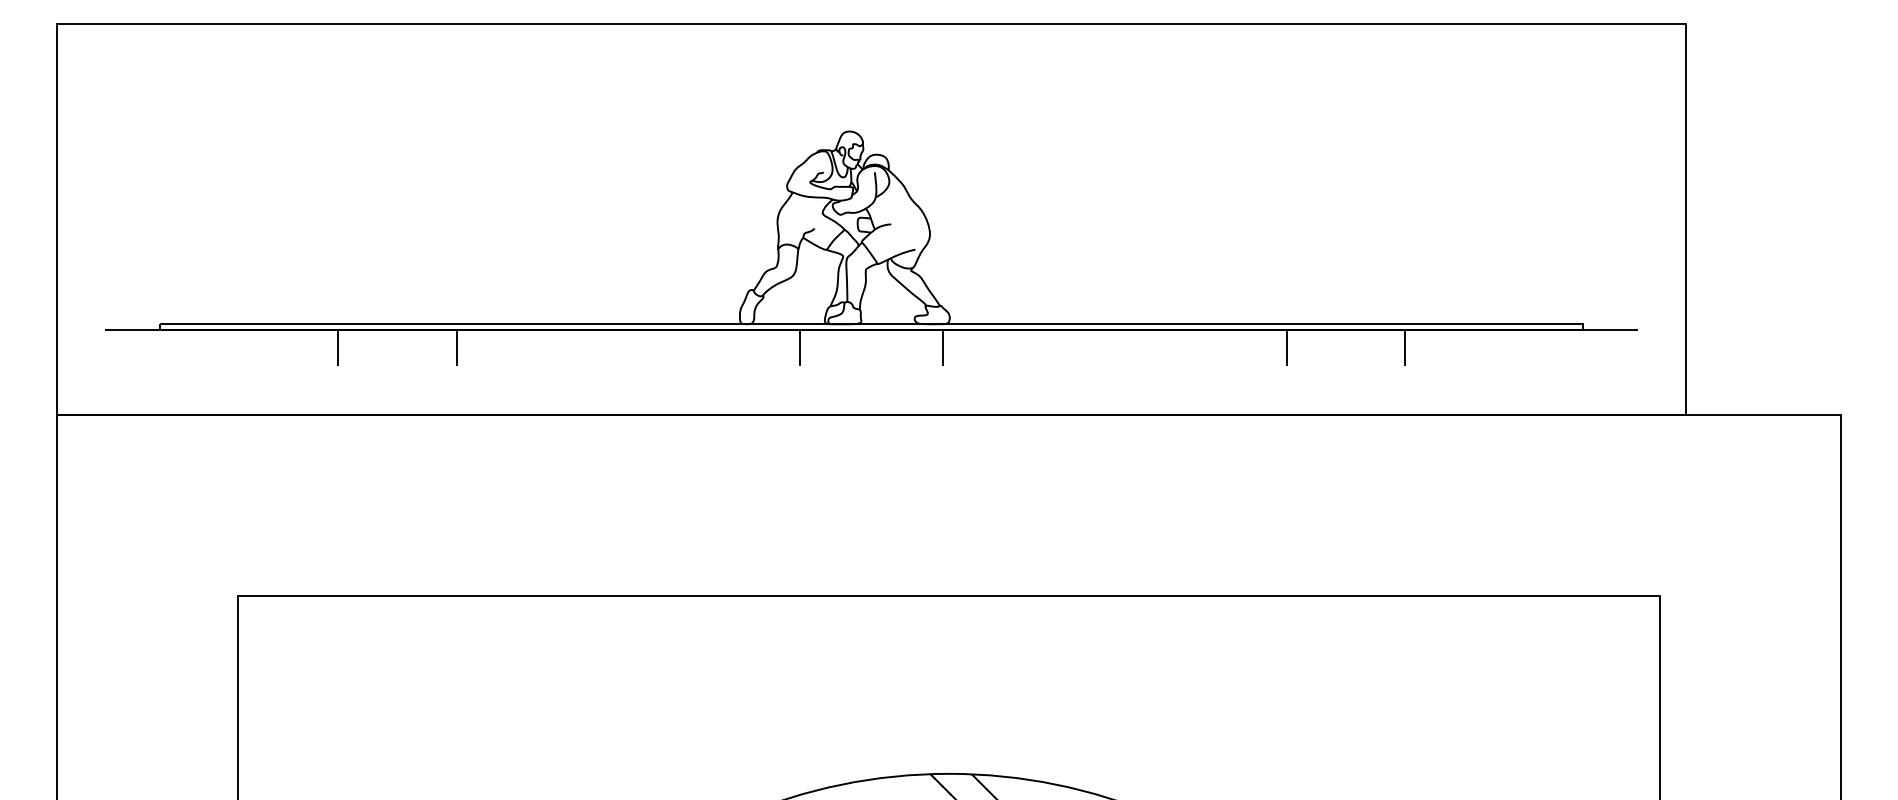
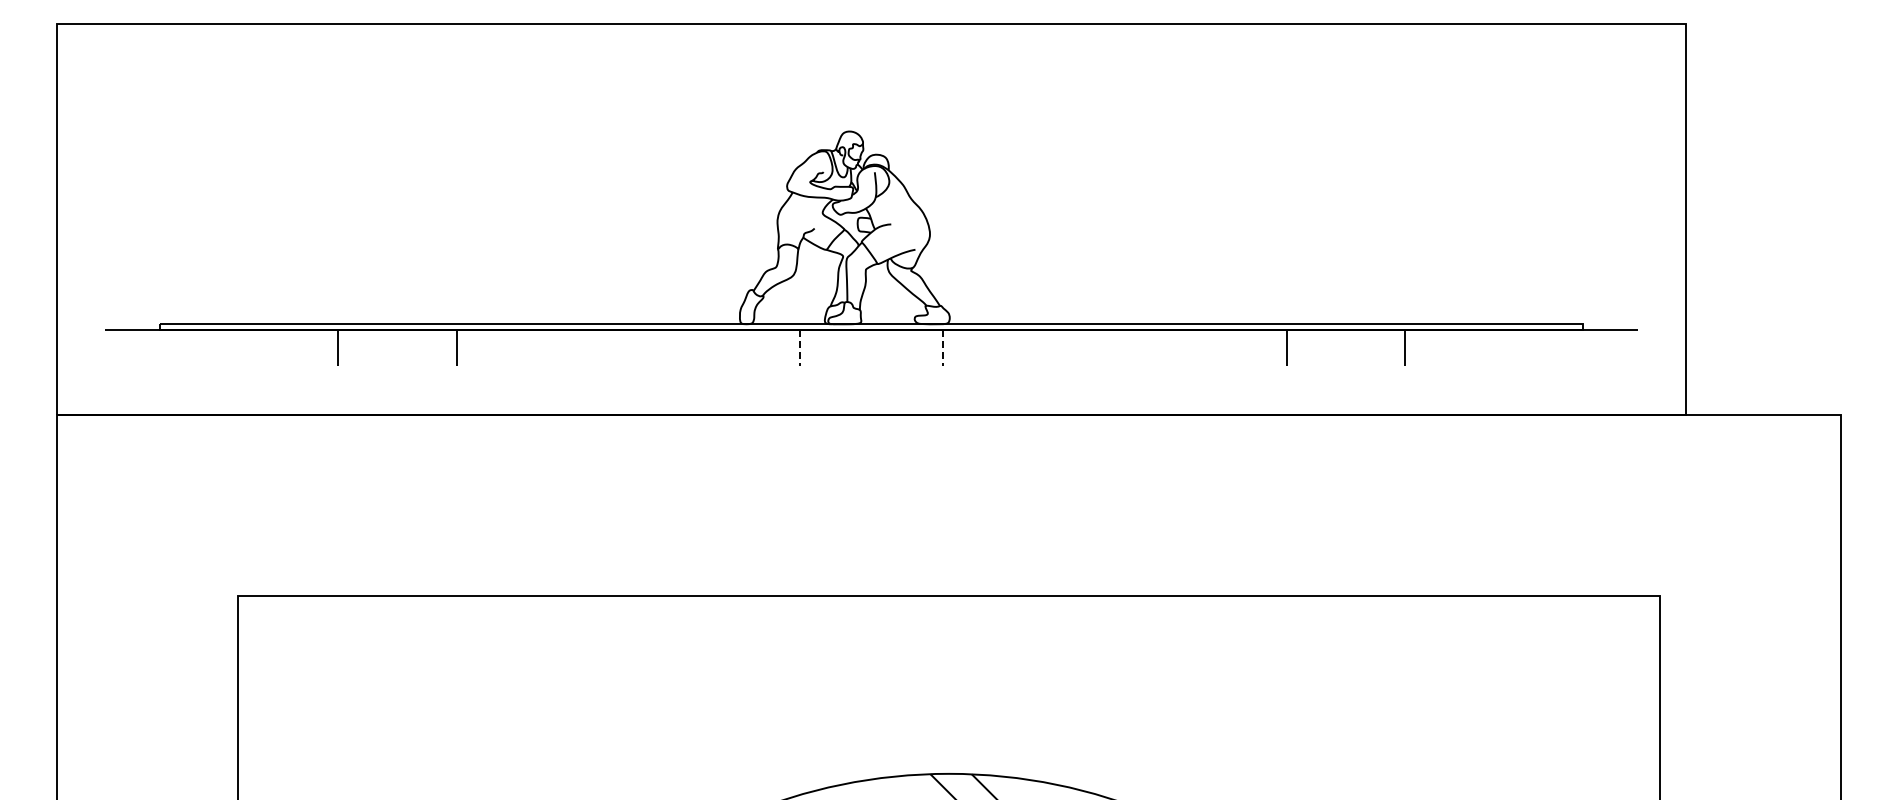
line at (800, 348): solid -> dashed
line at (942, 348): solid -> dashed
